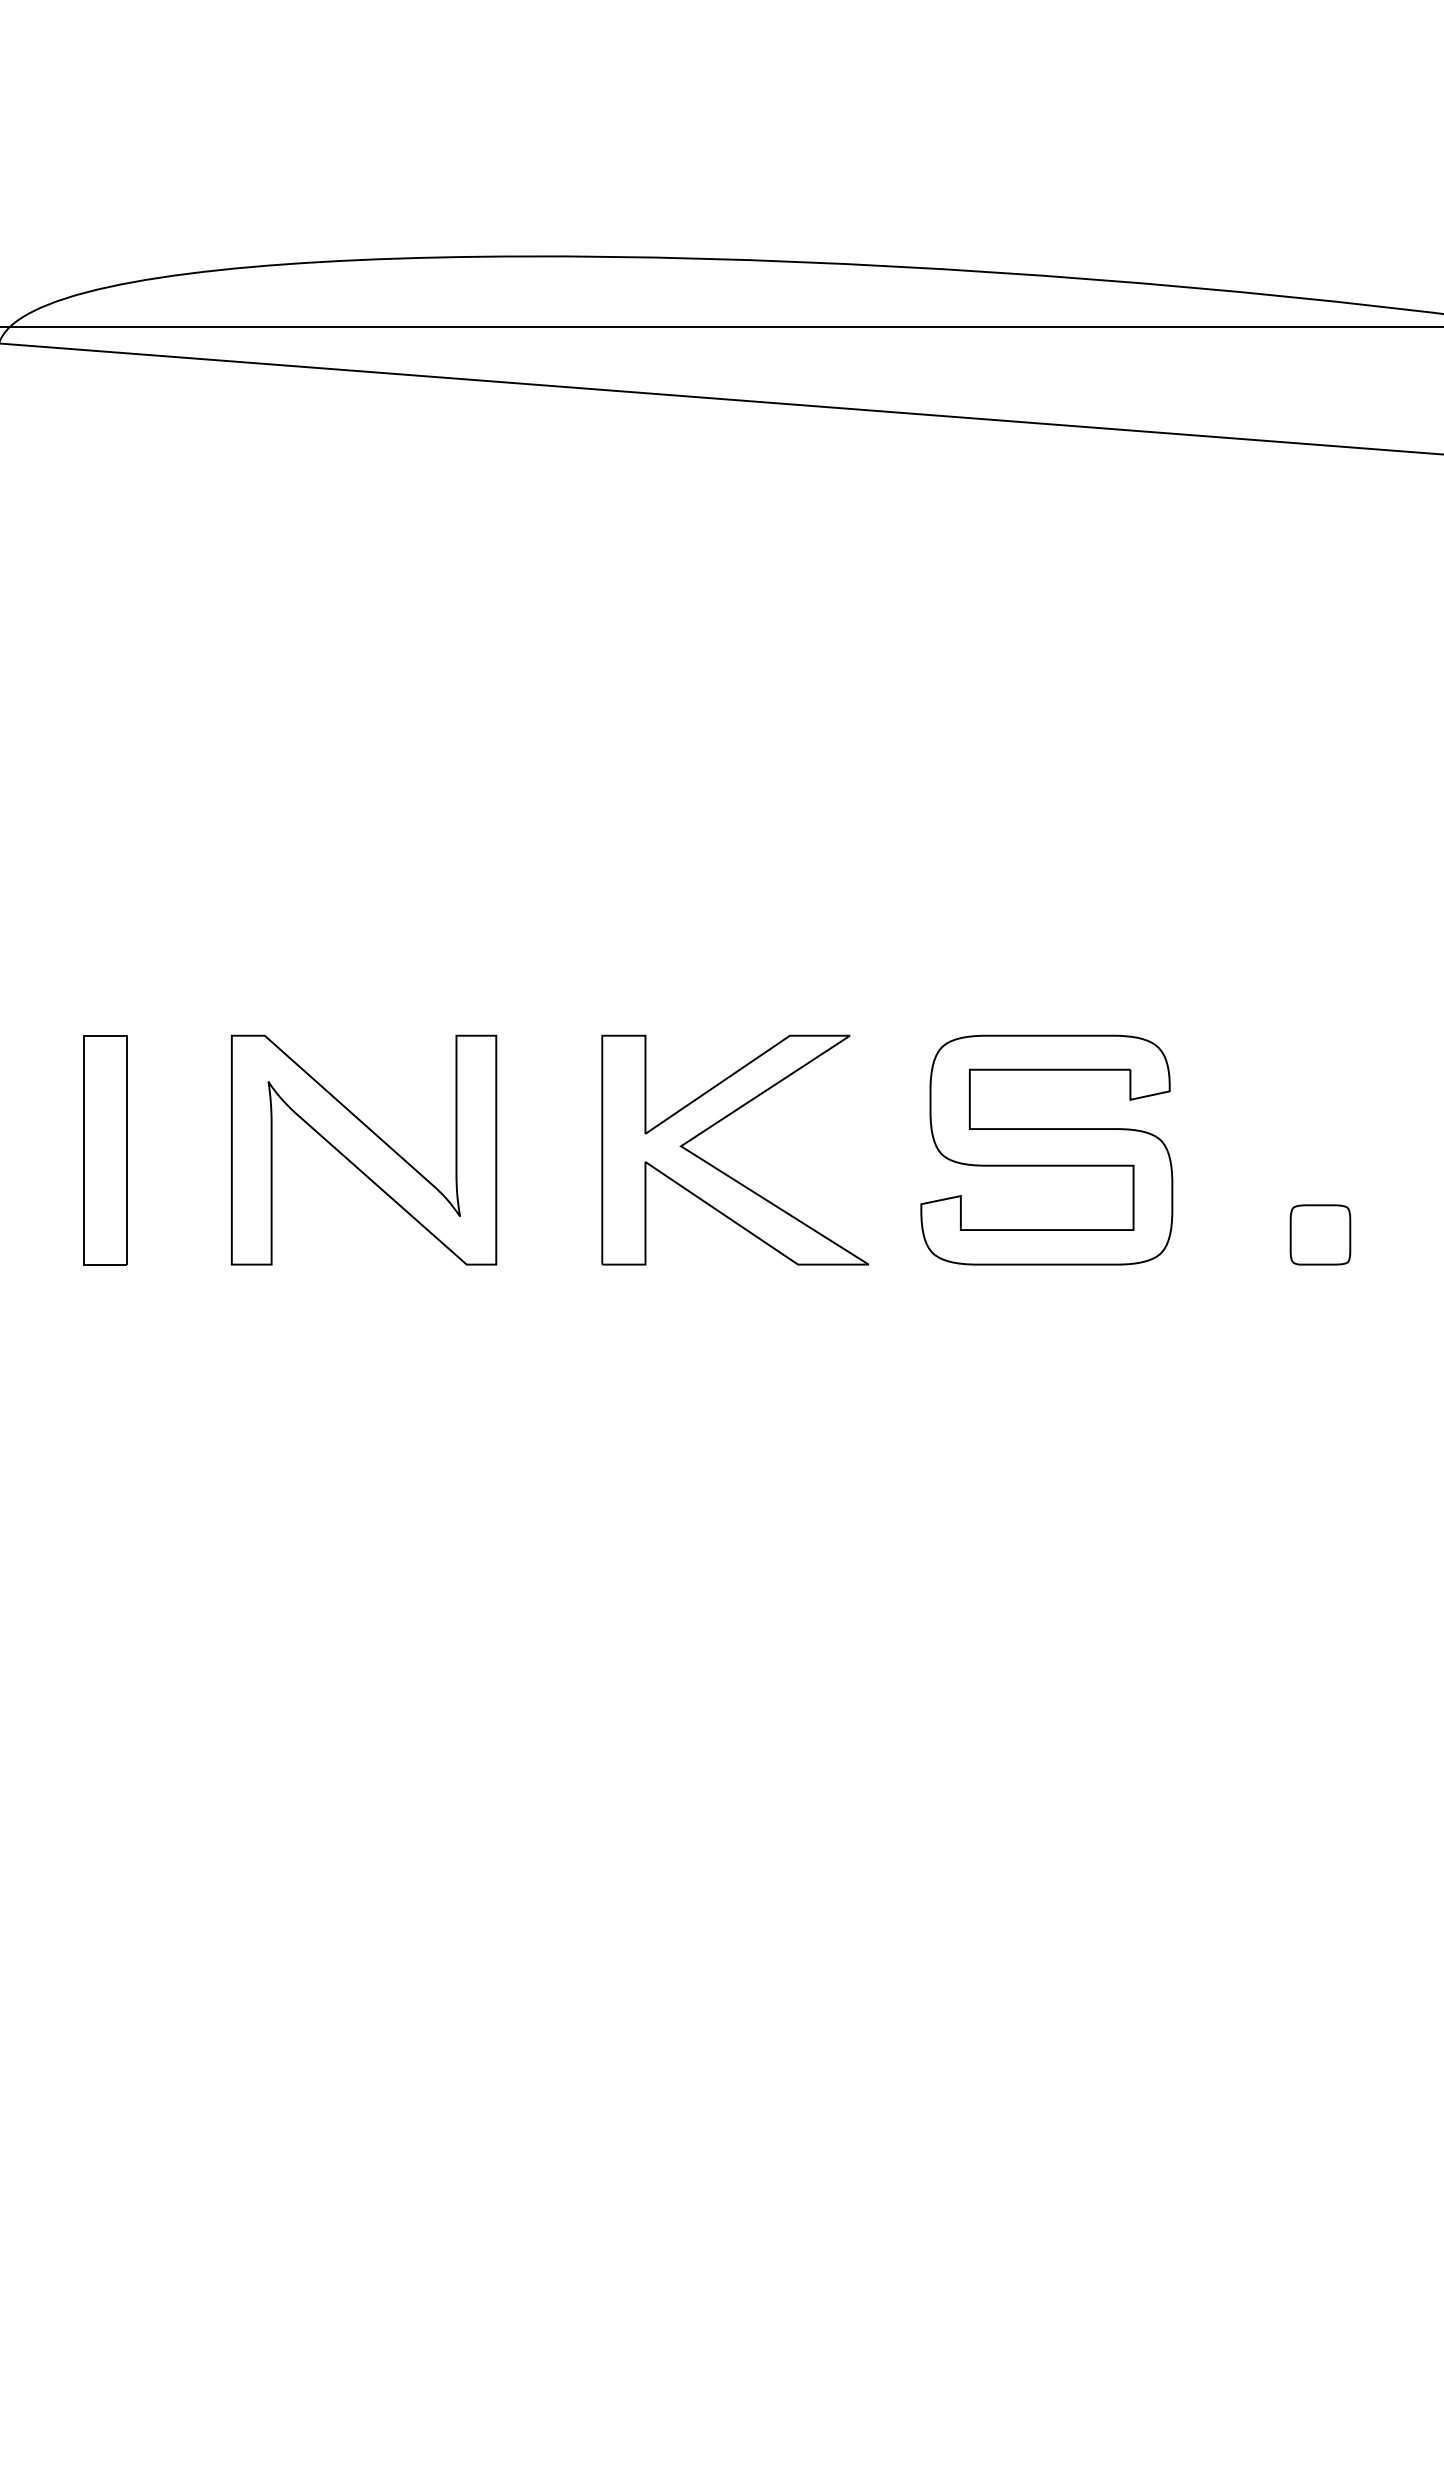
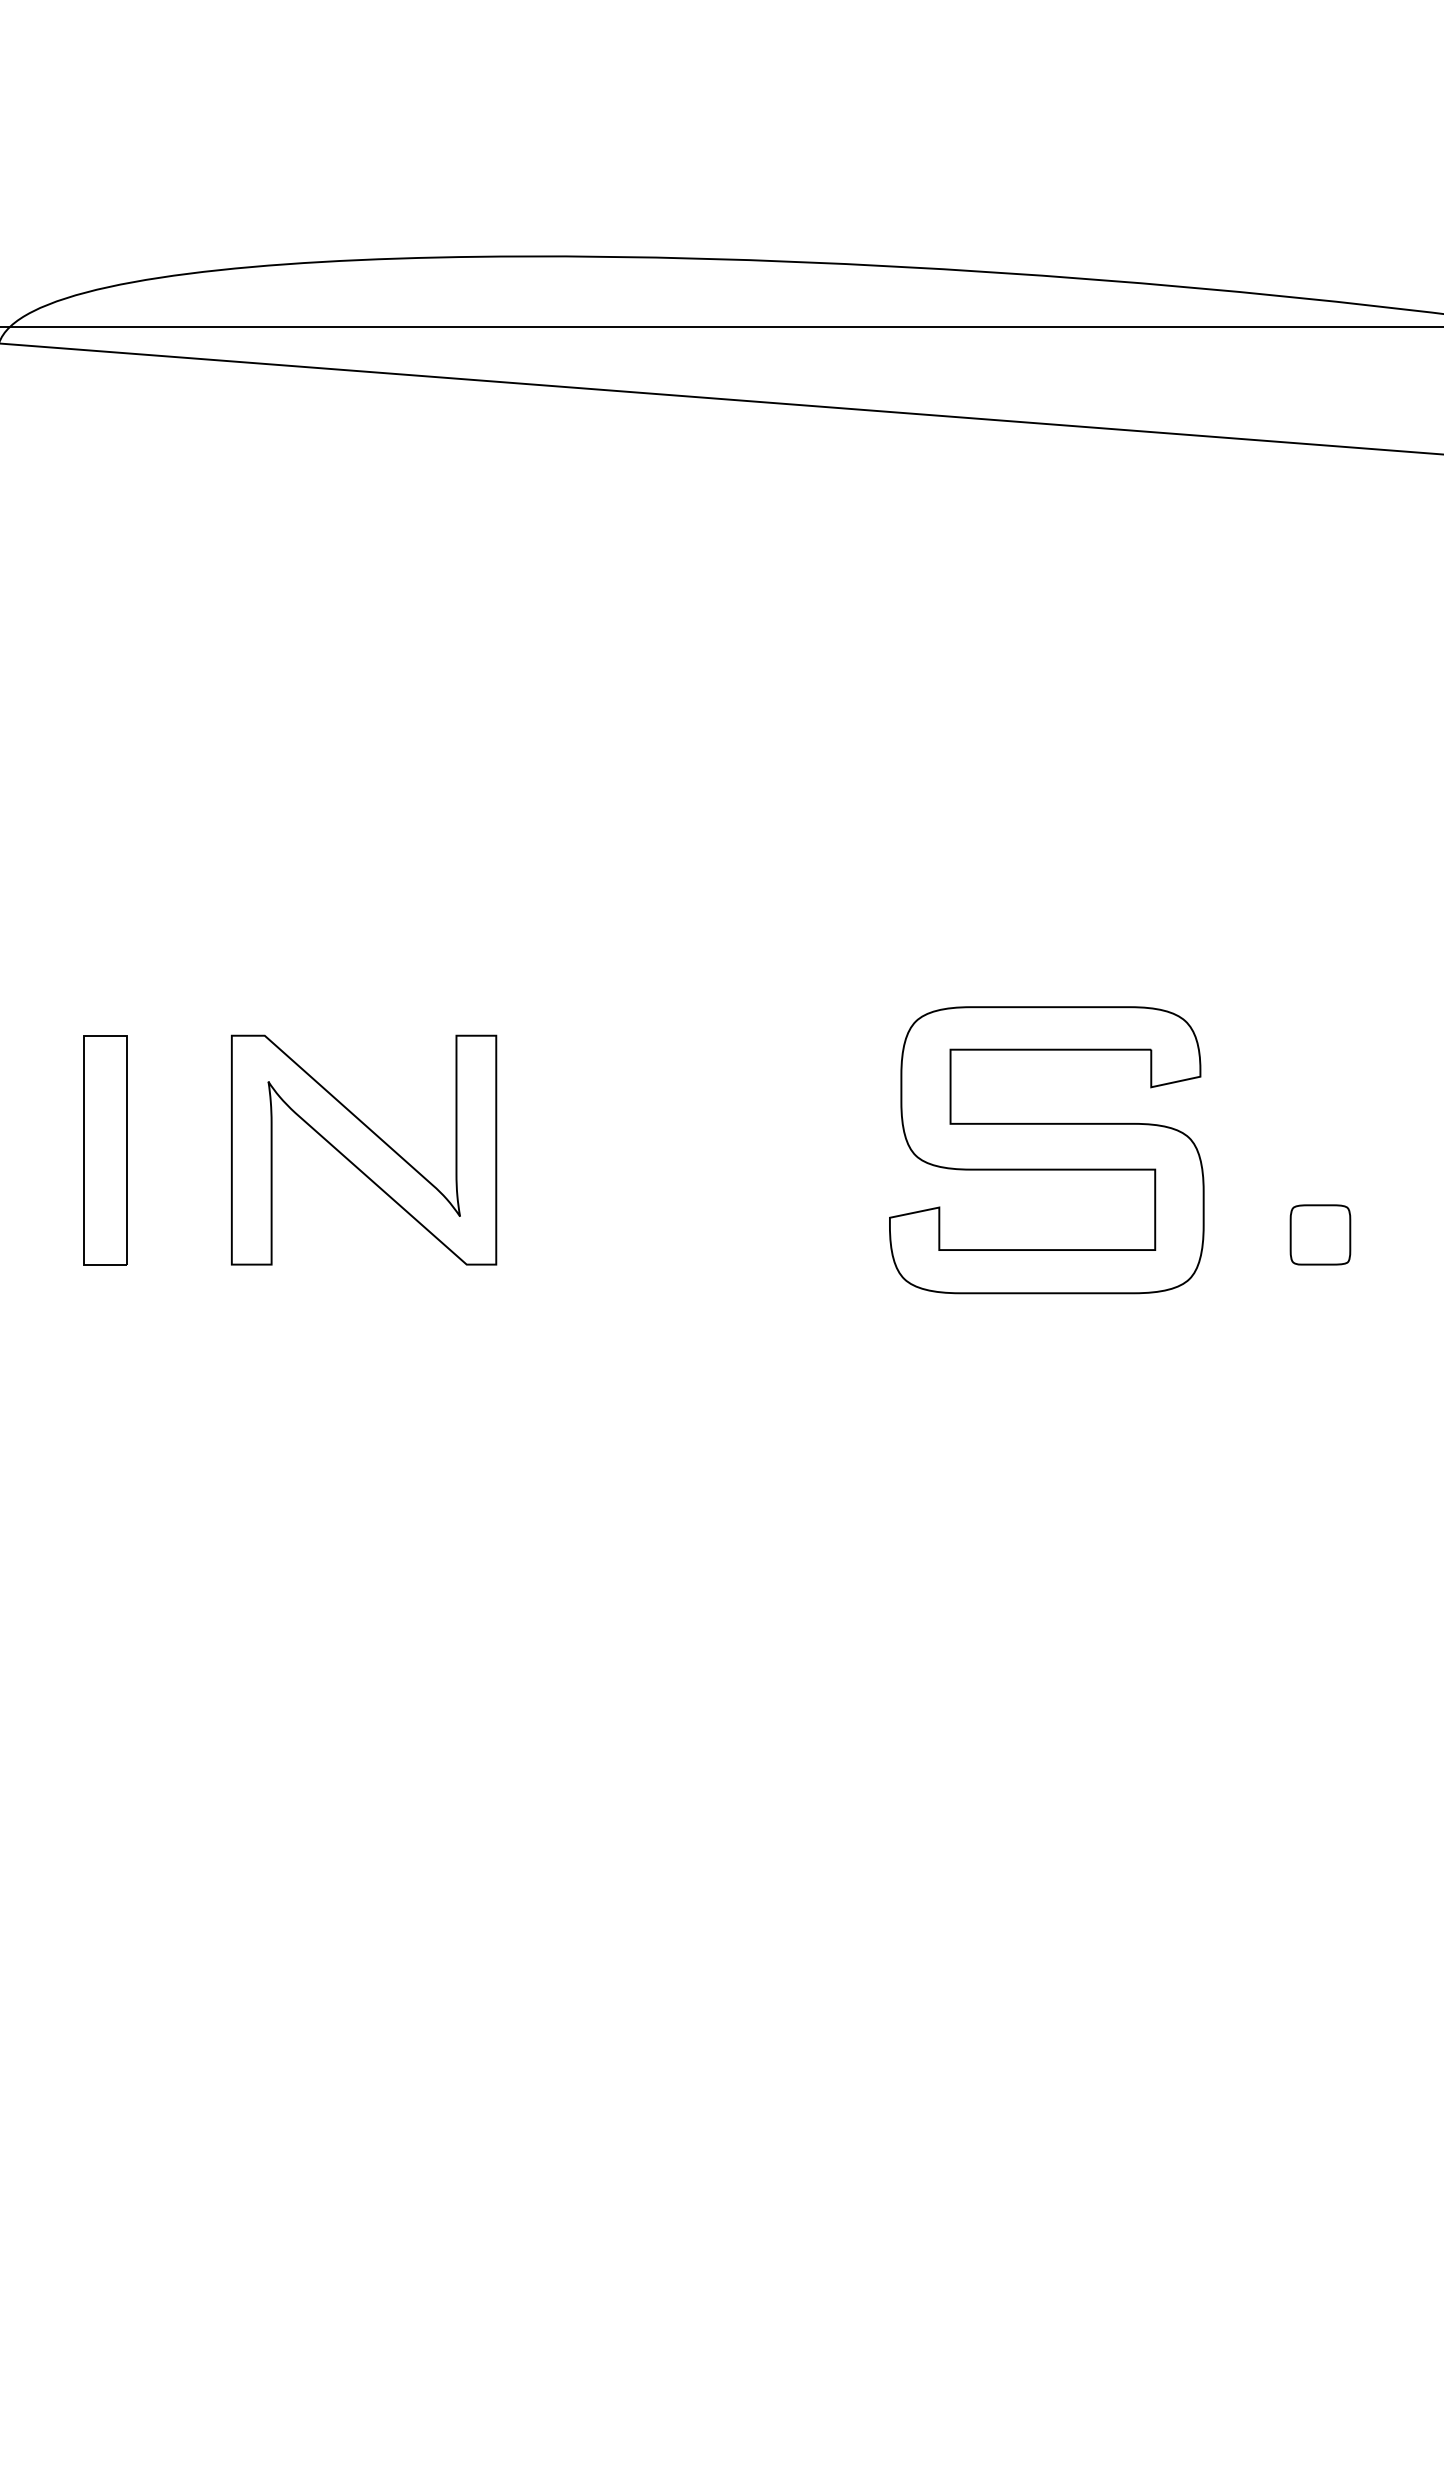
part at (1046, 1149) size: 254x232 px -> 316x289 px
part at (723, 1171): present -> none
